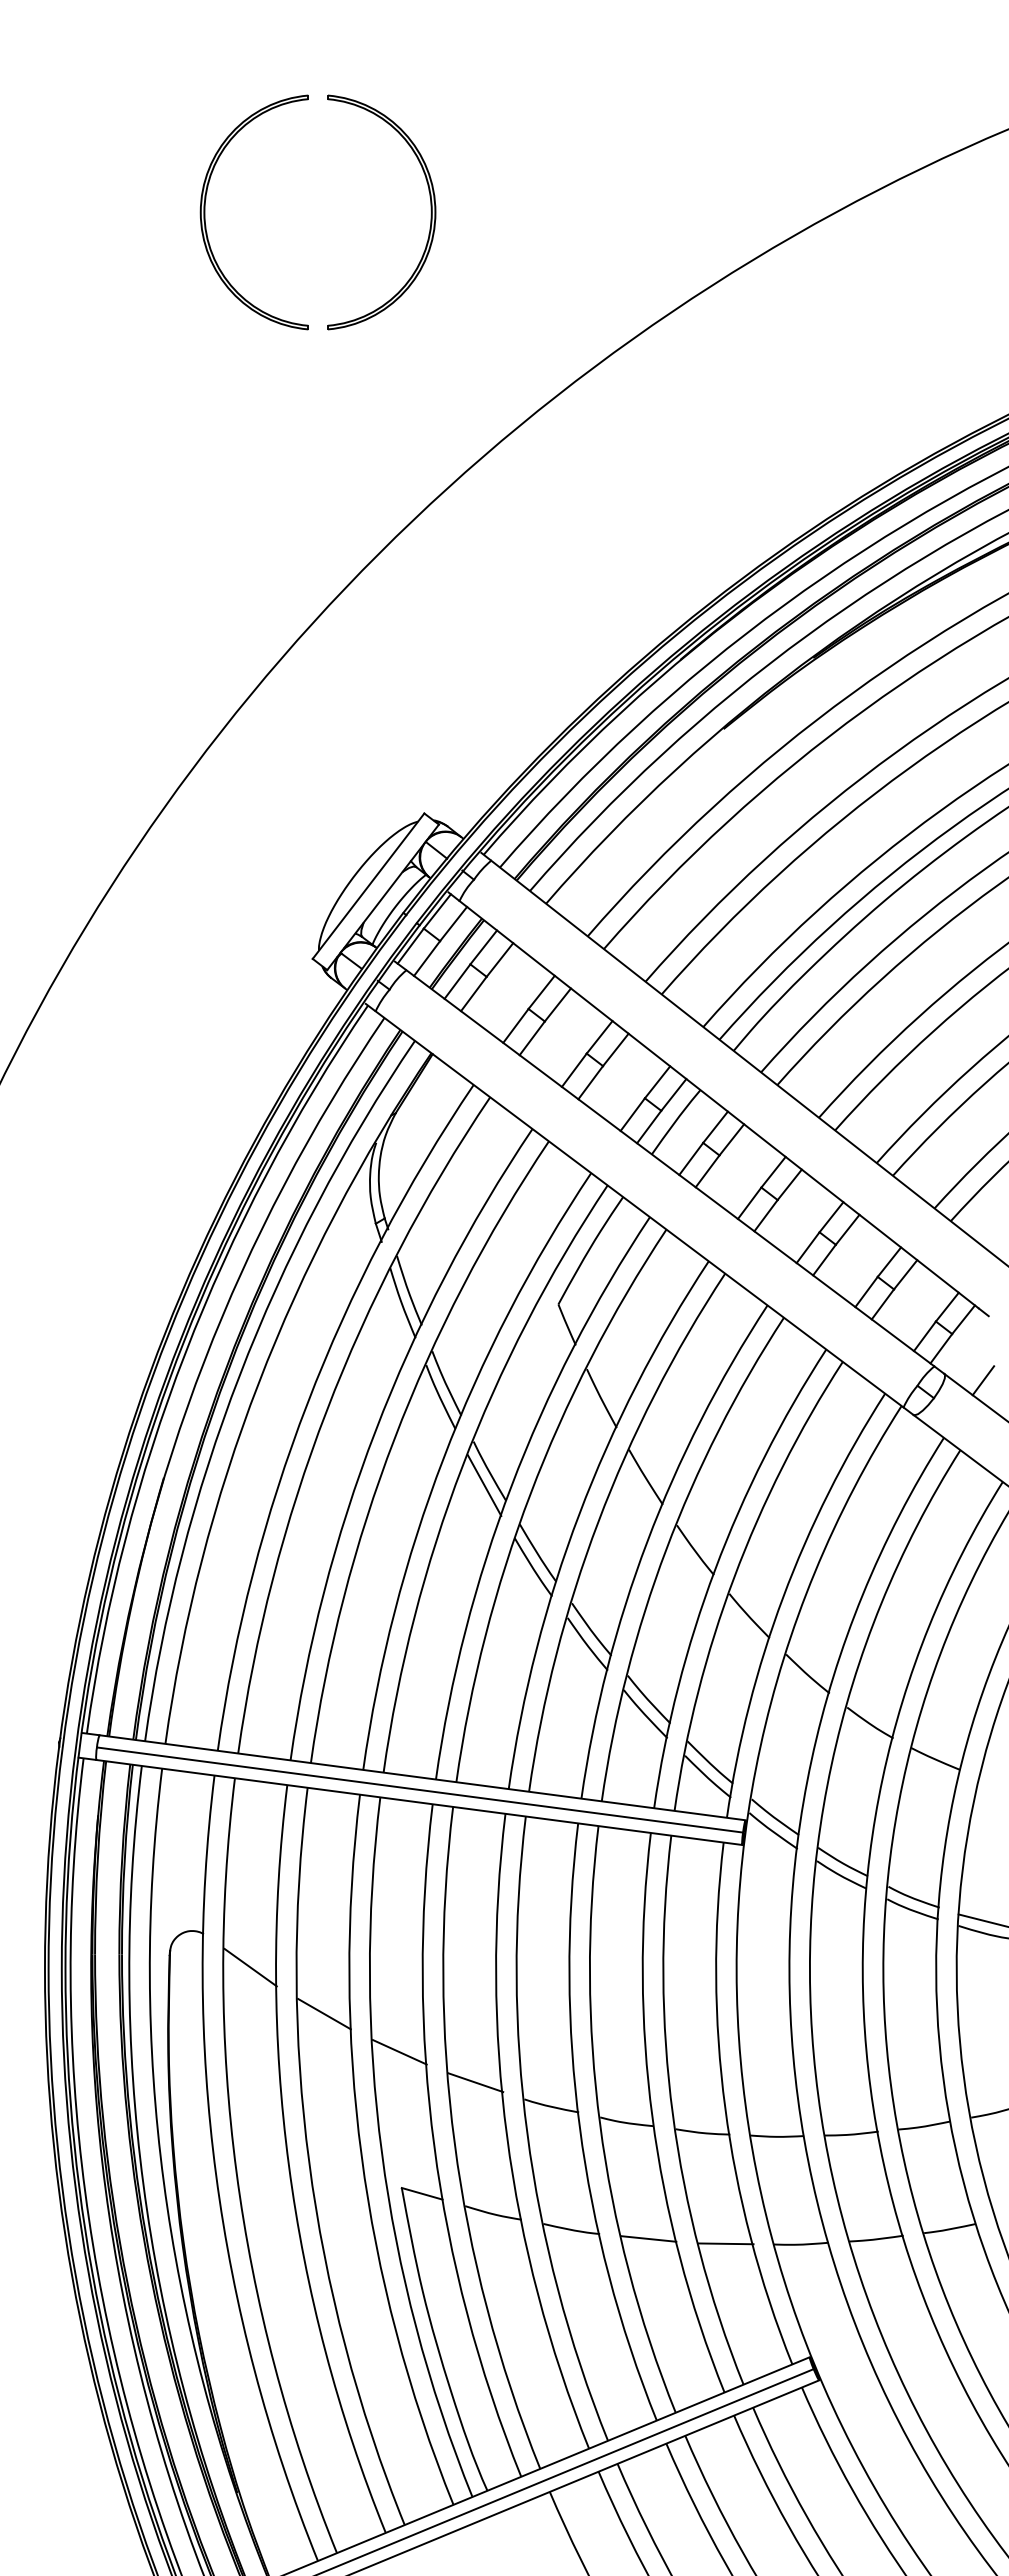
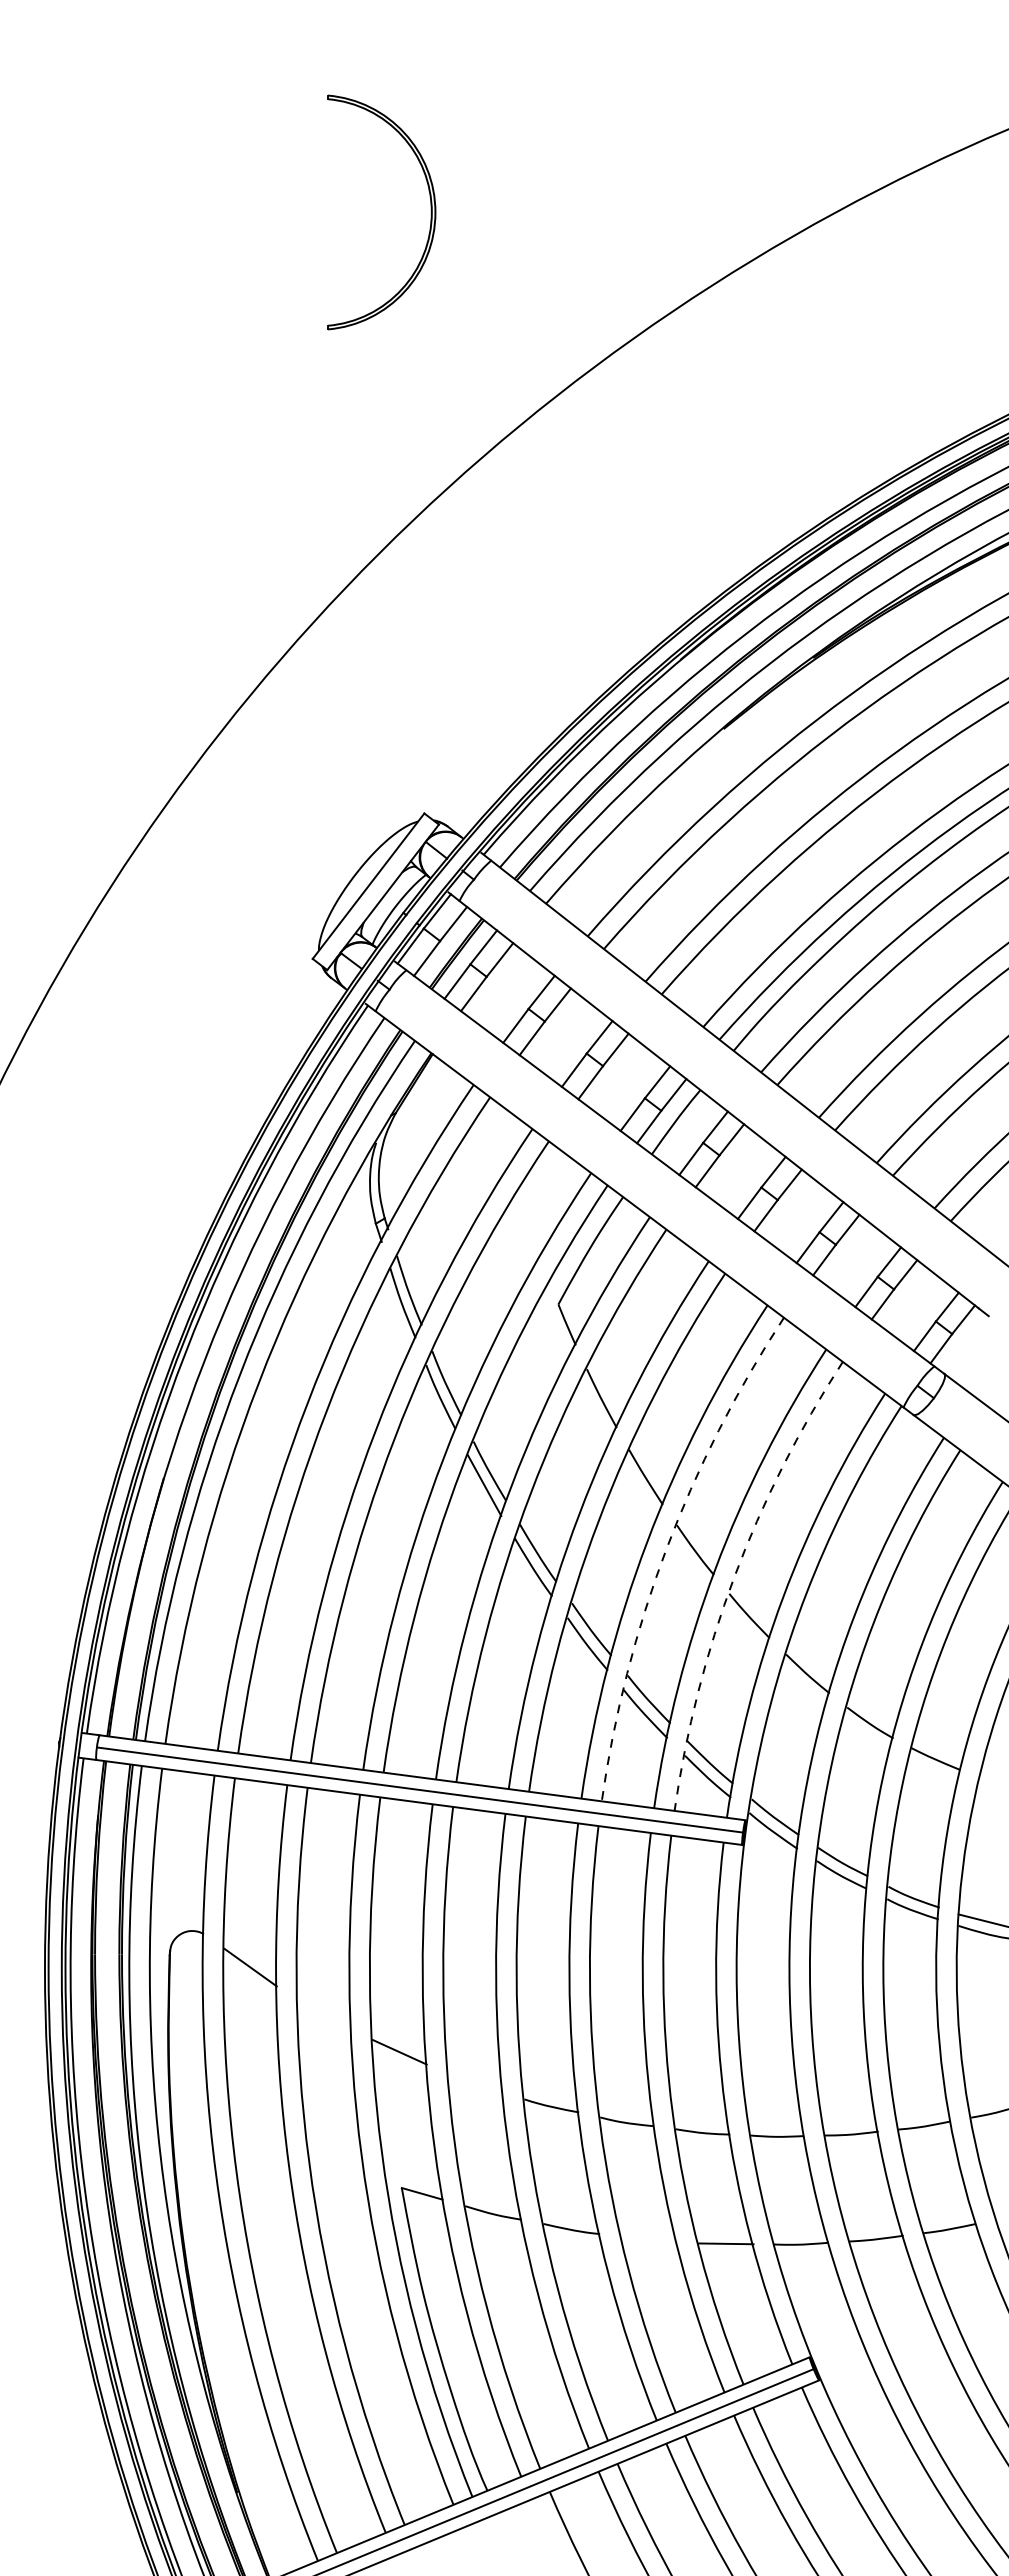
part at (205, 212): present -> none
line at (983, 1380): present -> none
arc at (666, 1549): solid -> dashed
arc at (734, 1577): solid -> dashed
line at (324, 2013): present -> none
line at (475, 2082): present -> none
line at (648, 2238): present -> none
